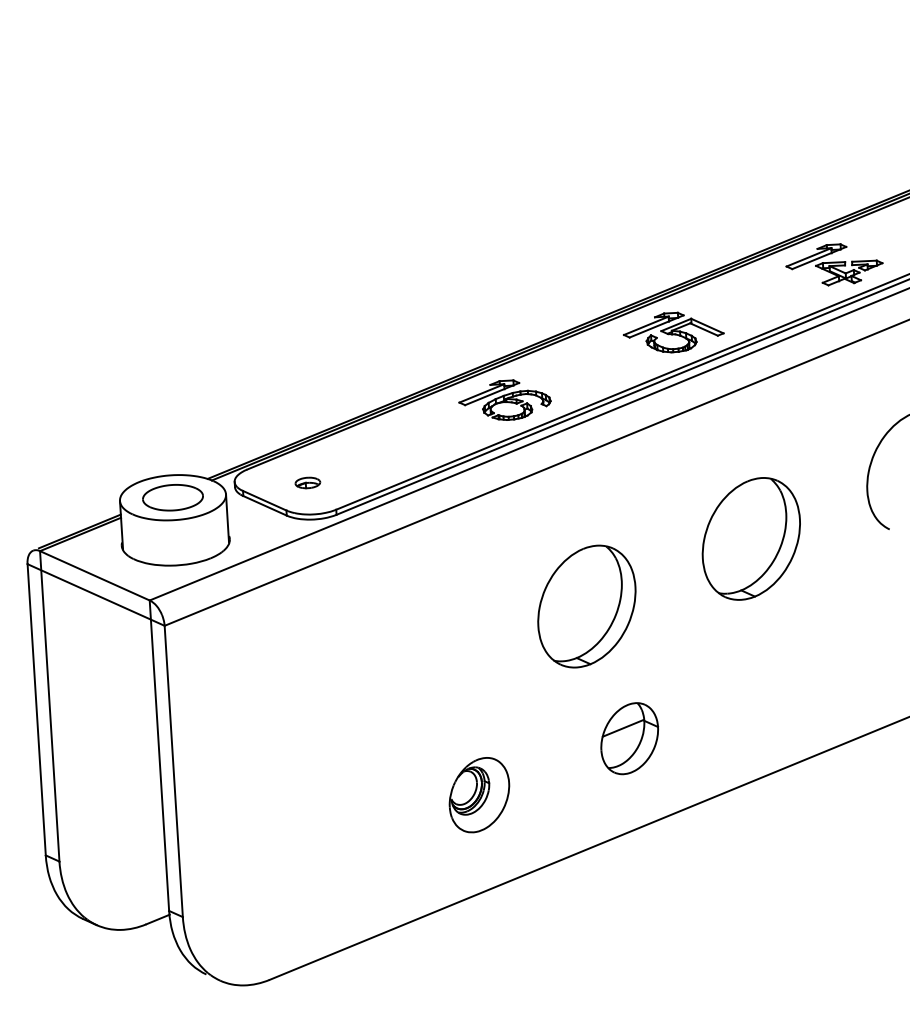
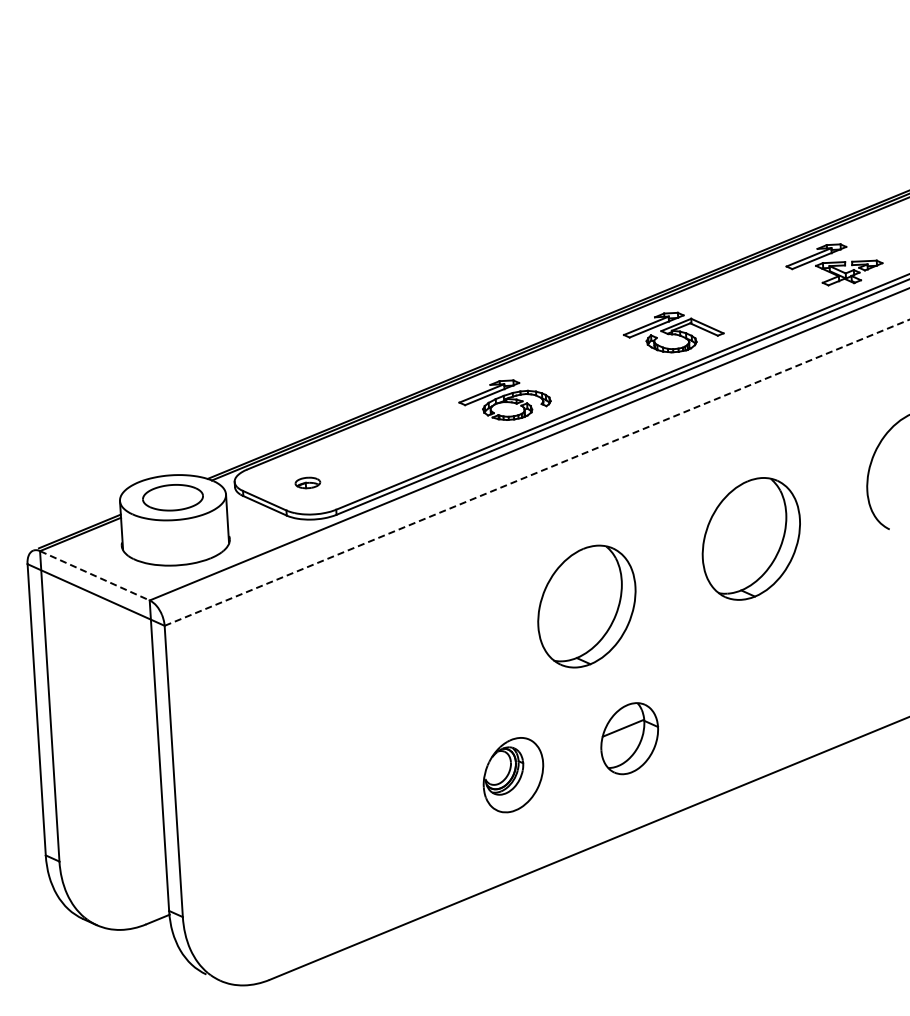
line at (537, 472): solid -> dashed
line at (95, 576): solid -> dashed
part at (479, 795) position: (479, 795) -> (513, 775)
